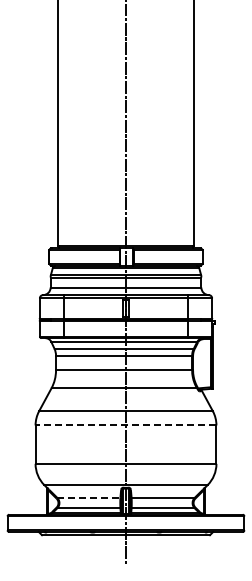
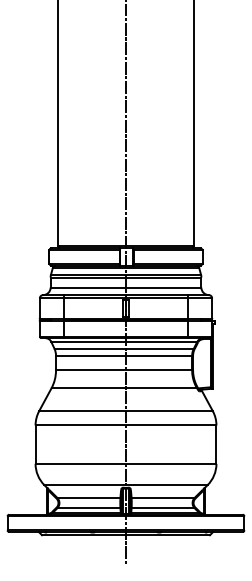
line at (125, 425): dashed -> solid
line at (88, 497): dashed -> solid
